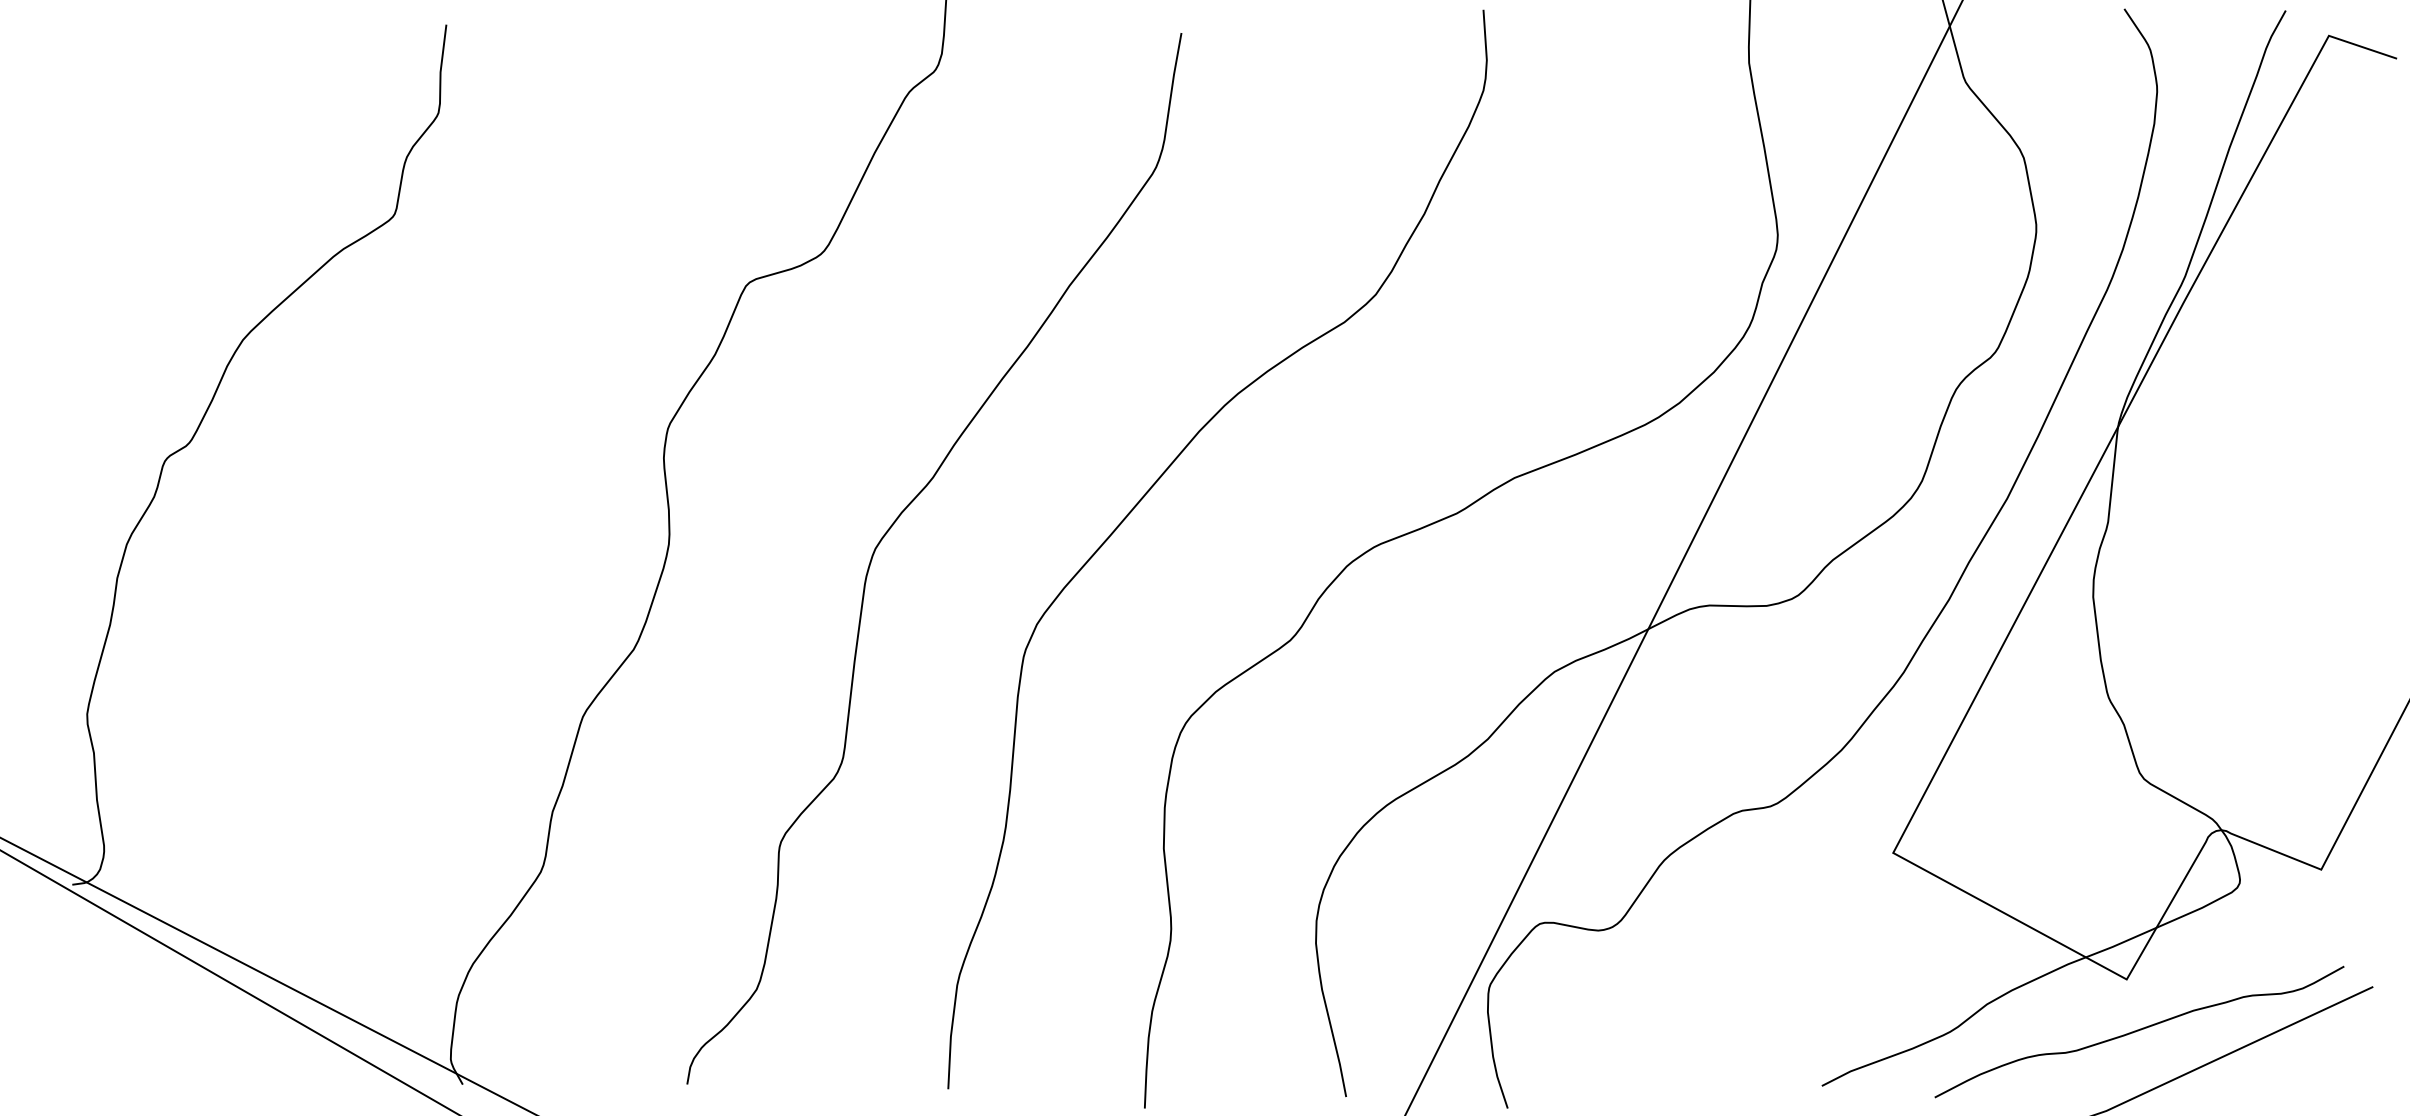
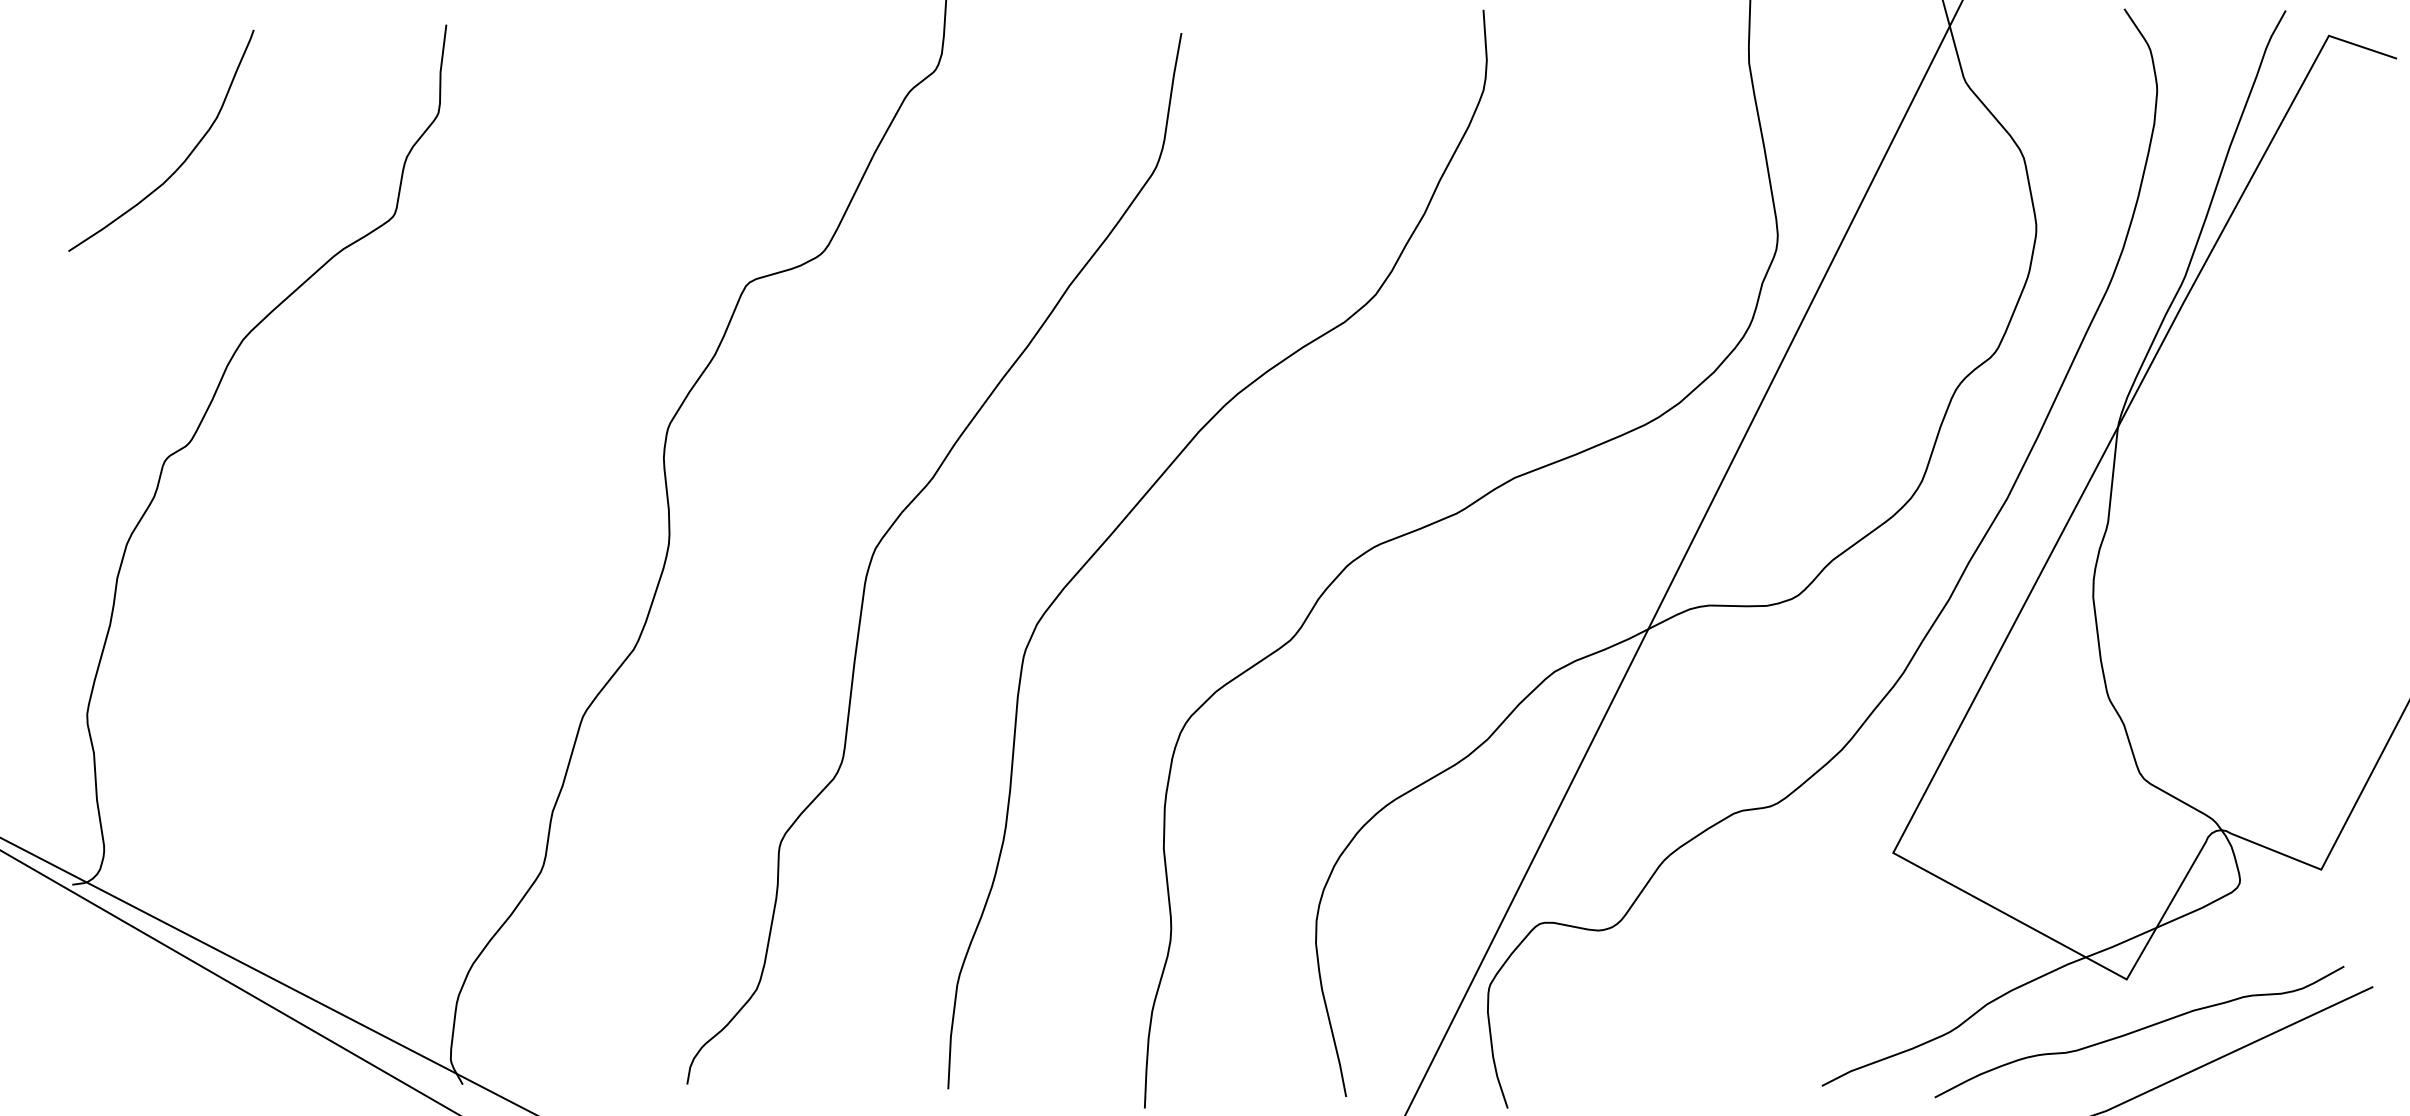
curve at (185, 158): none -> present
